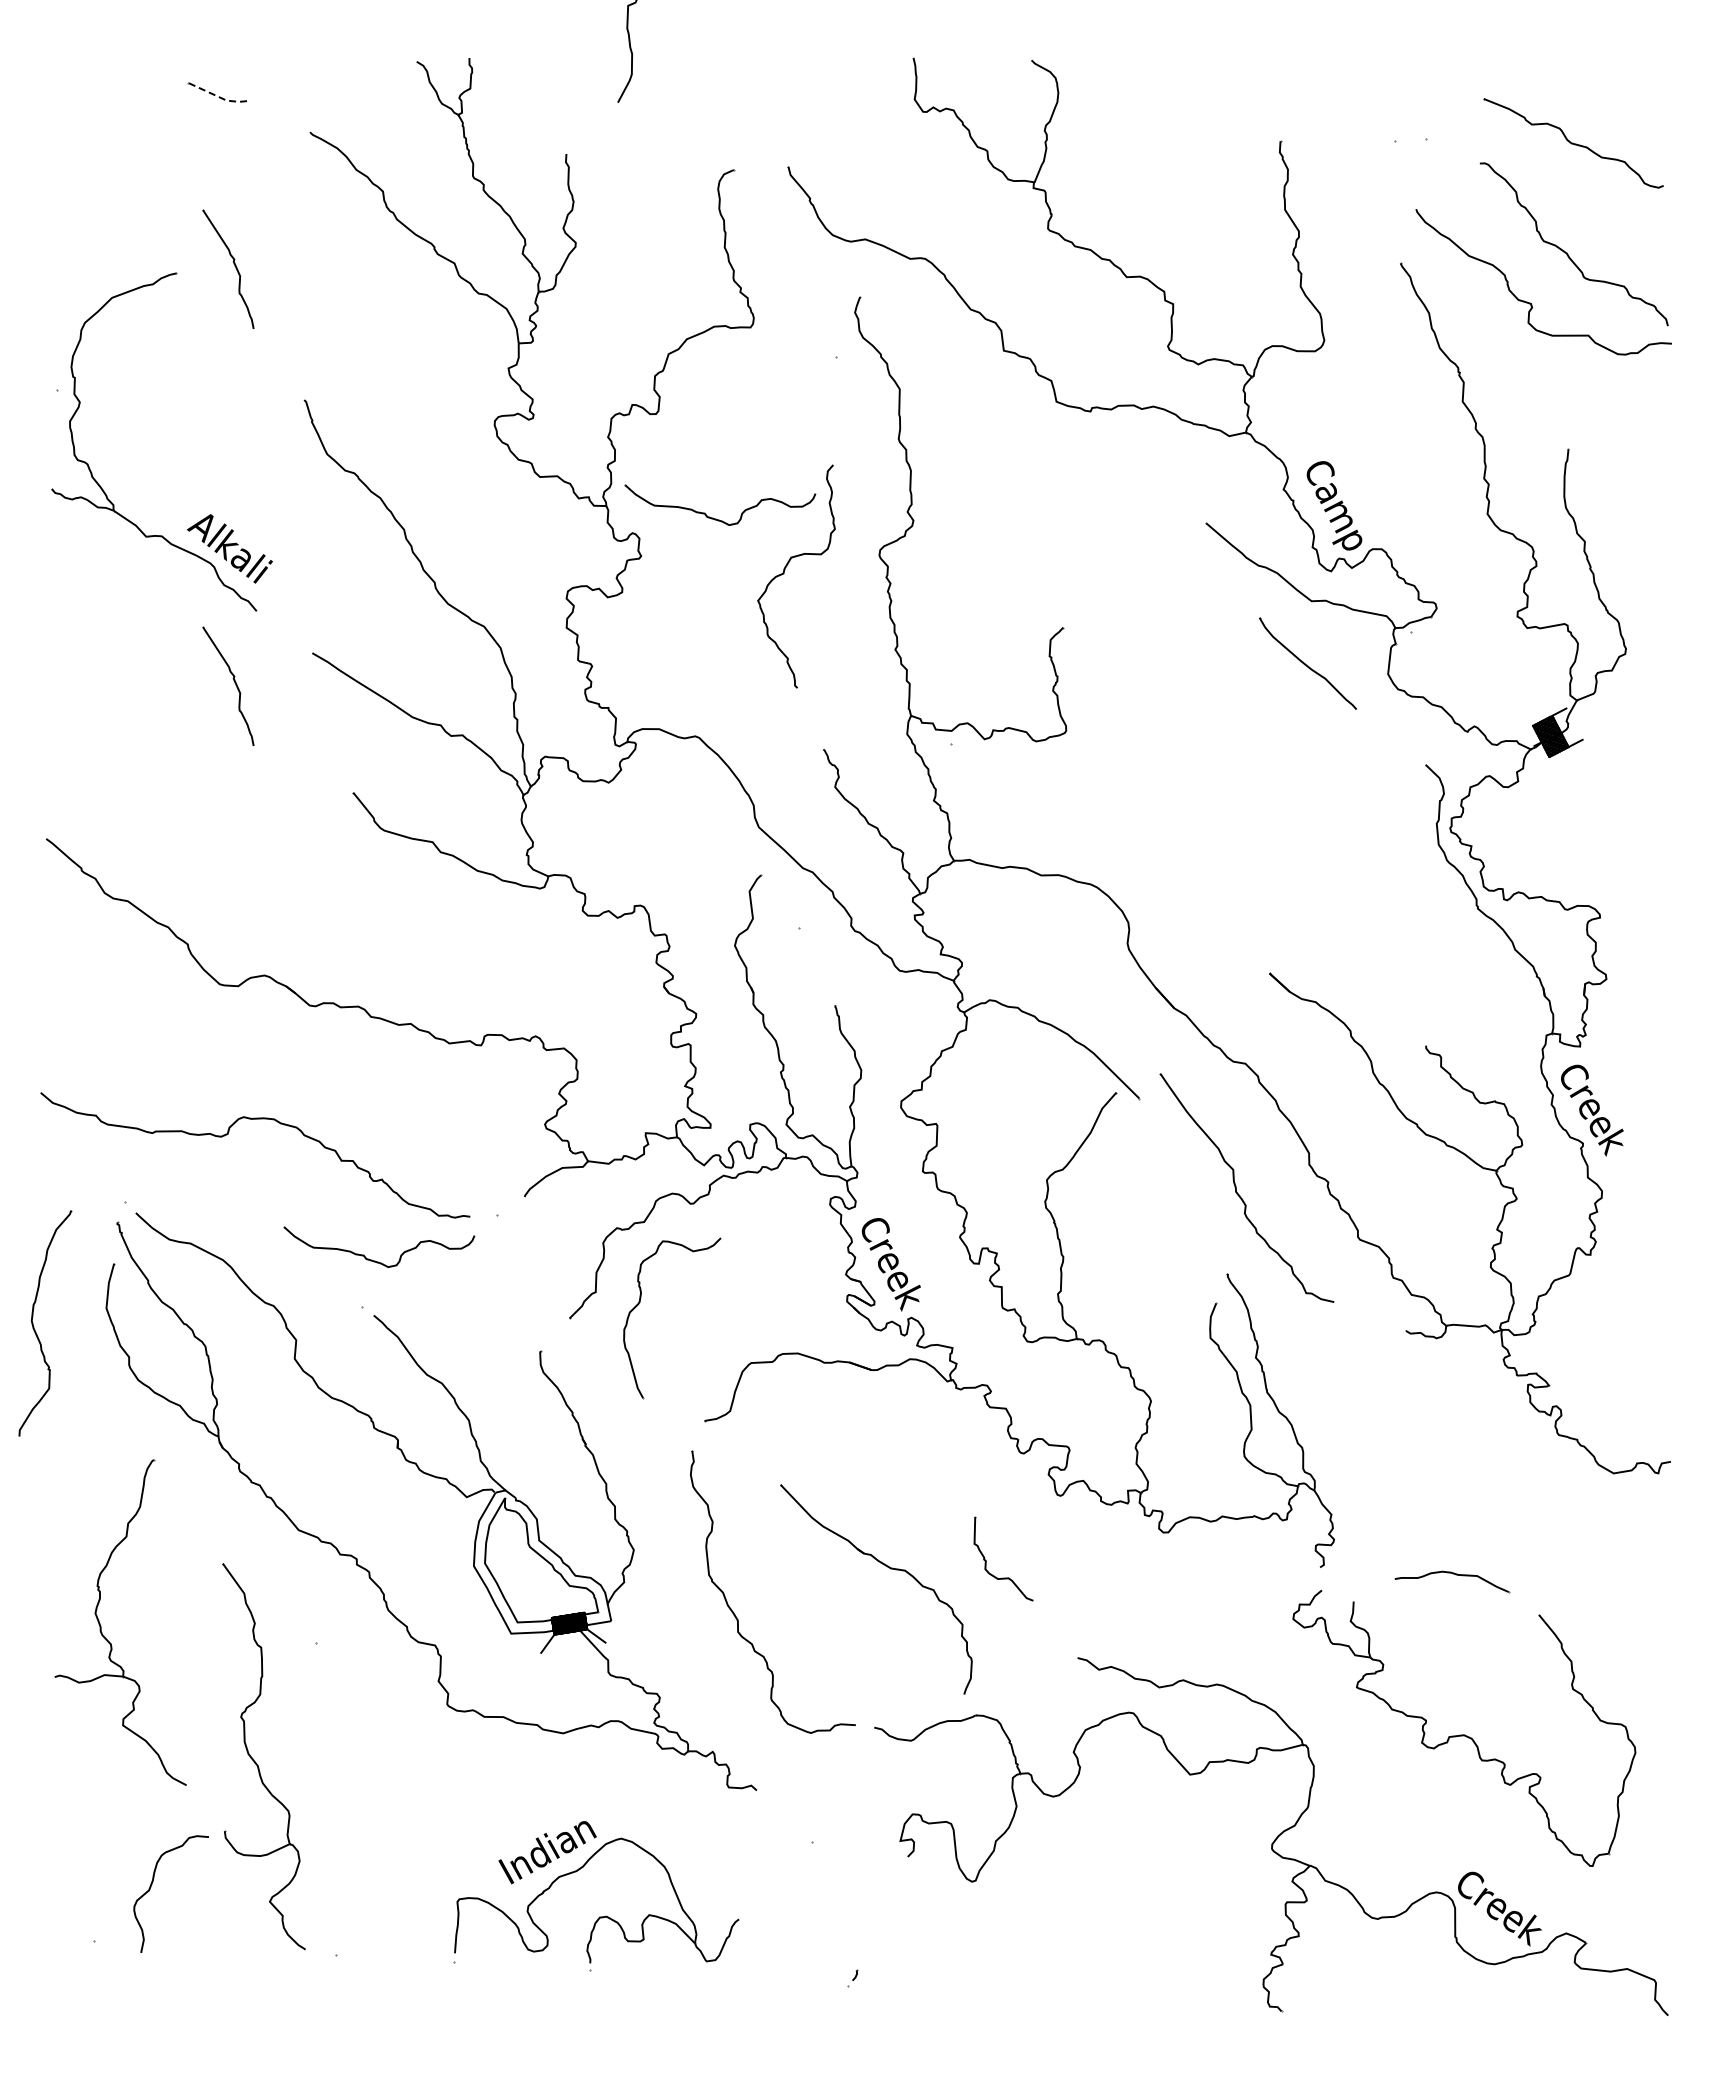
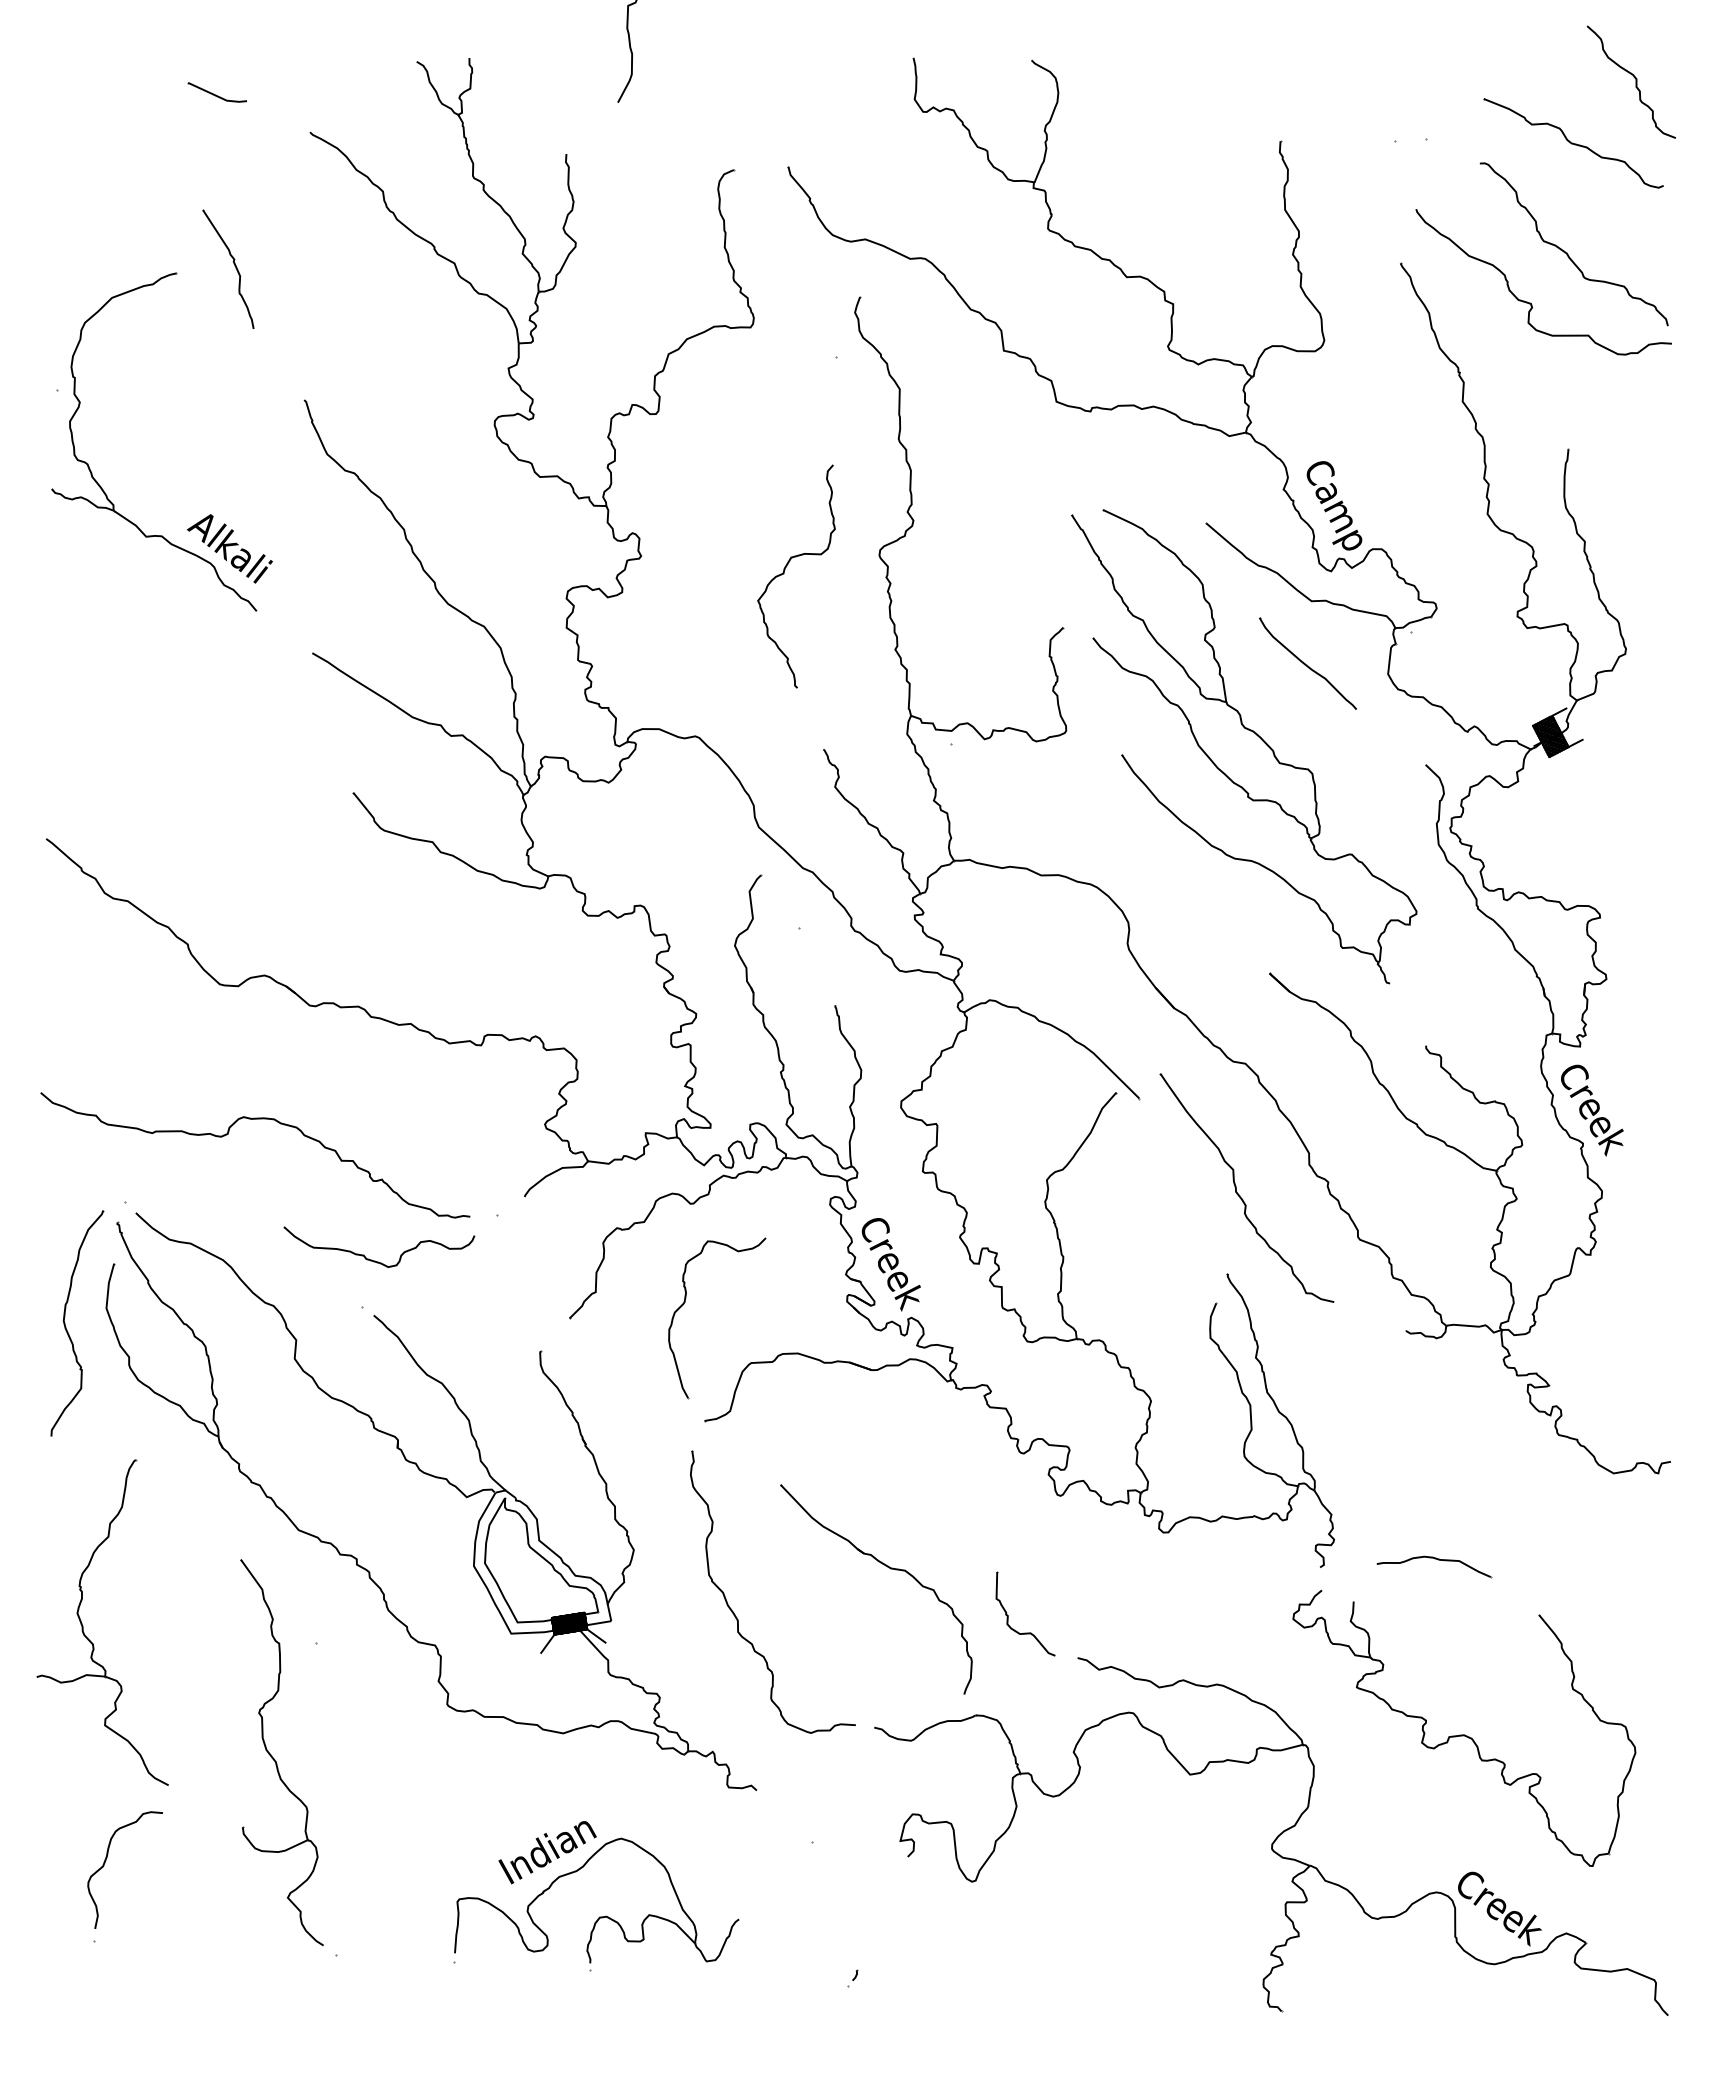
curve at (1633, 77): none -> present
line at (217, 96): dashed -> solid
part at (716, 518): present -> none
part at (234, 683): present -> none
part at (1252, 732): none -> present
part at (640, 1302) position: (640, 1302) -> (685, 1302)
part at (34, 1326) position: (34, 1326) -> (66, 1326)
part at (986, 1560) position: (986, 1560) -> (1008, 1615)
part at (1452, 1574) position: (1452, 1574) -> (1434, 1559)
part at (101, 1625) position: (101, 1625) -> (83, 1625)
part at (256, 1762) position: (256, 1762) -> (274, 1758)
curve at (151, 1887) position: (151, 1887) -> (105, 1863)
